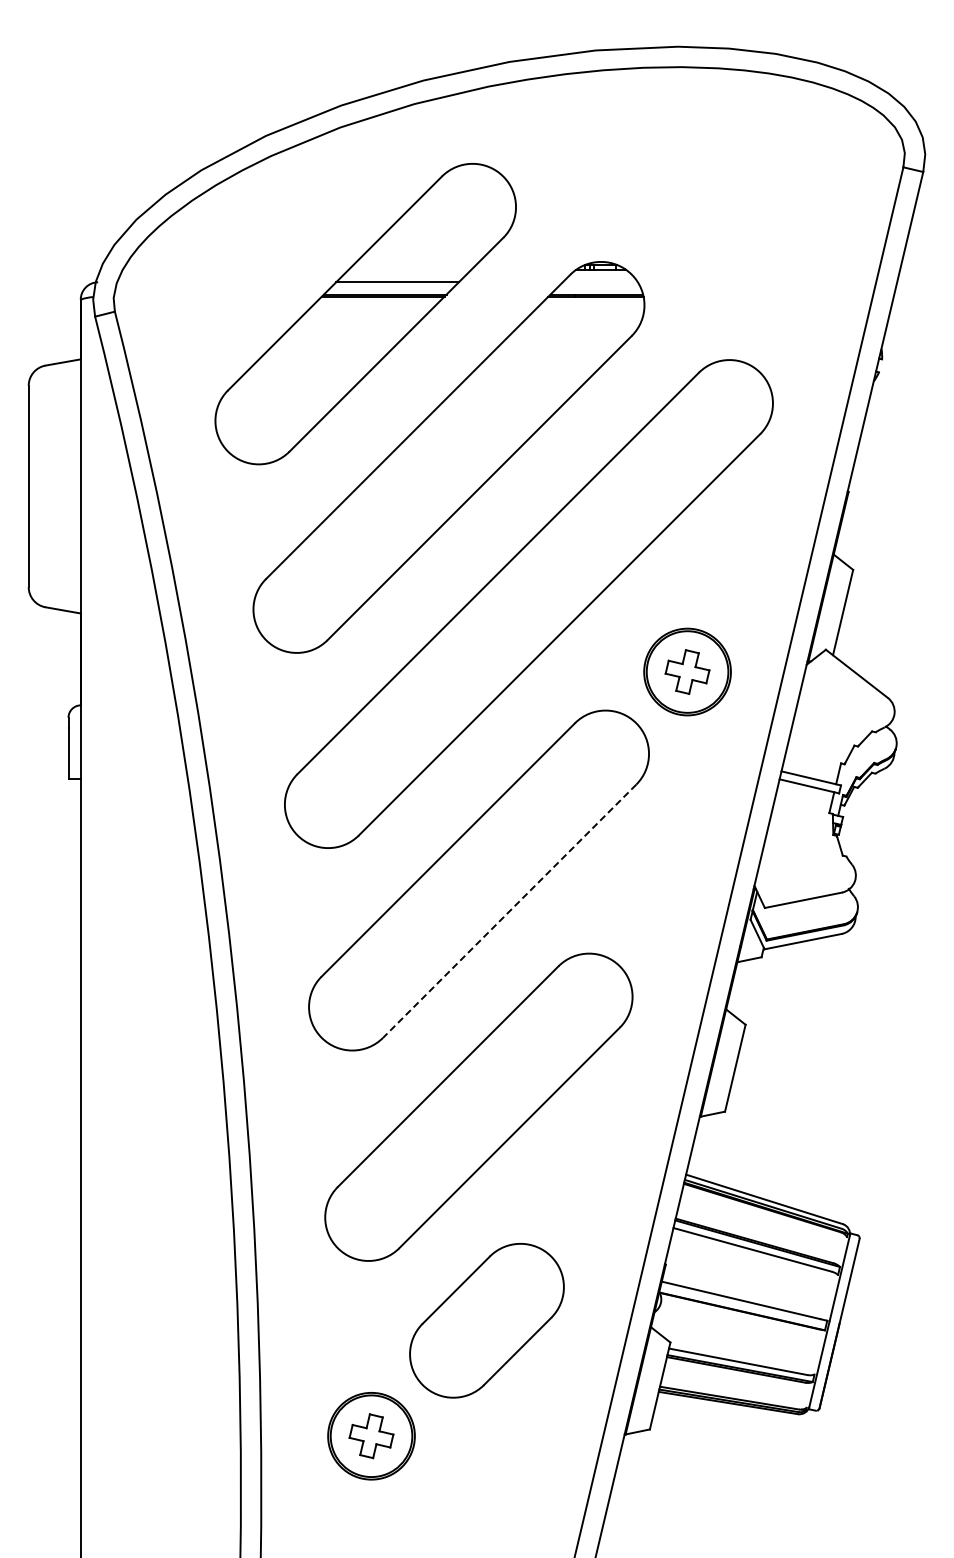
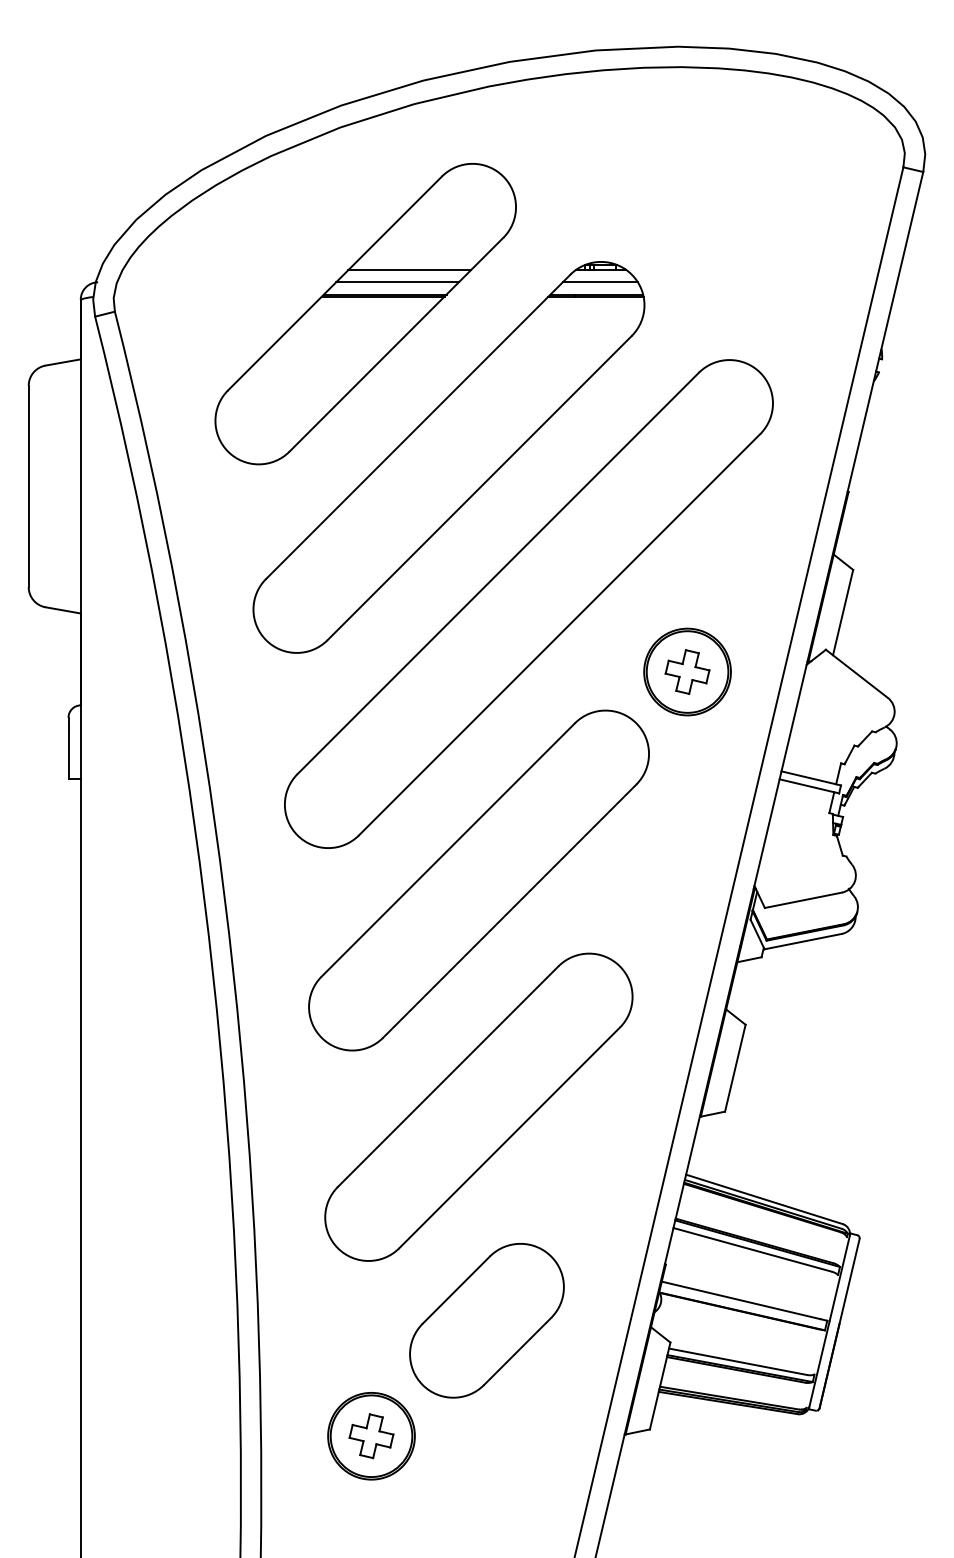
line at (409, 270): none -> present
line at (599, 282): none -> present
line at (509, 911): dashed -> solid
